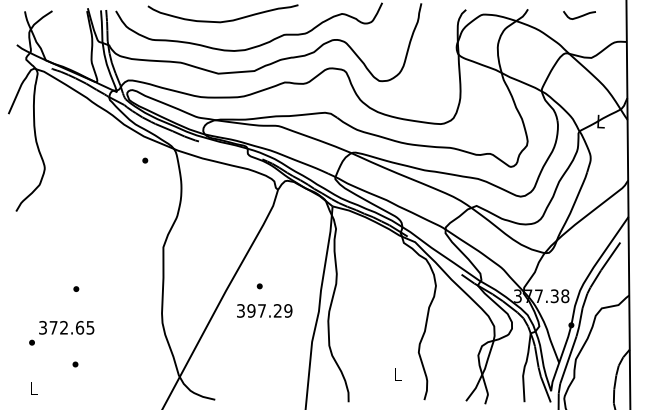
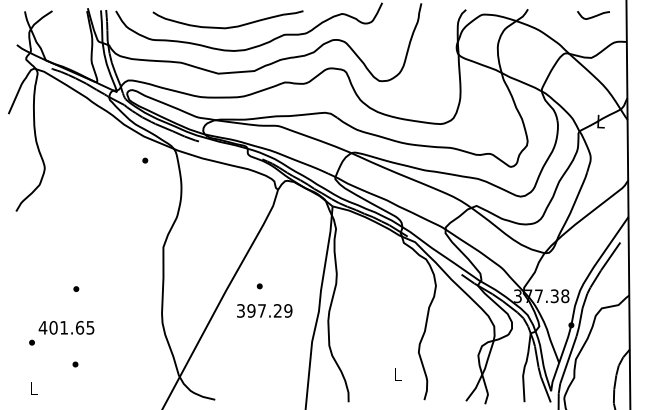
curve at (580, 15) position: (580, 15) -> (594, 15)
curve at (224, 20) position: (224, 20) -> (229, 26)
text at (52, 327): 372.65 -> 401.65
